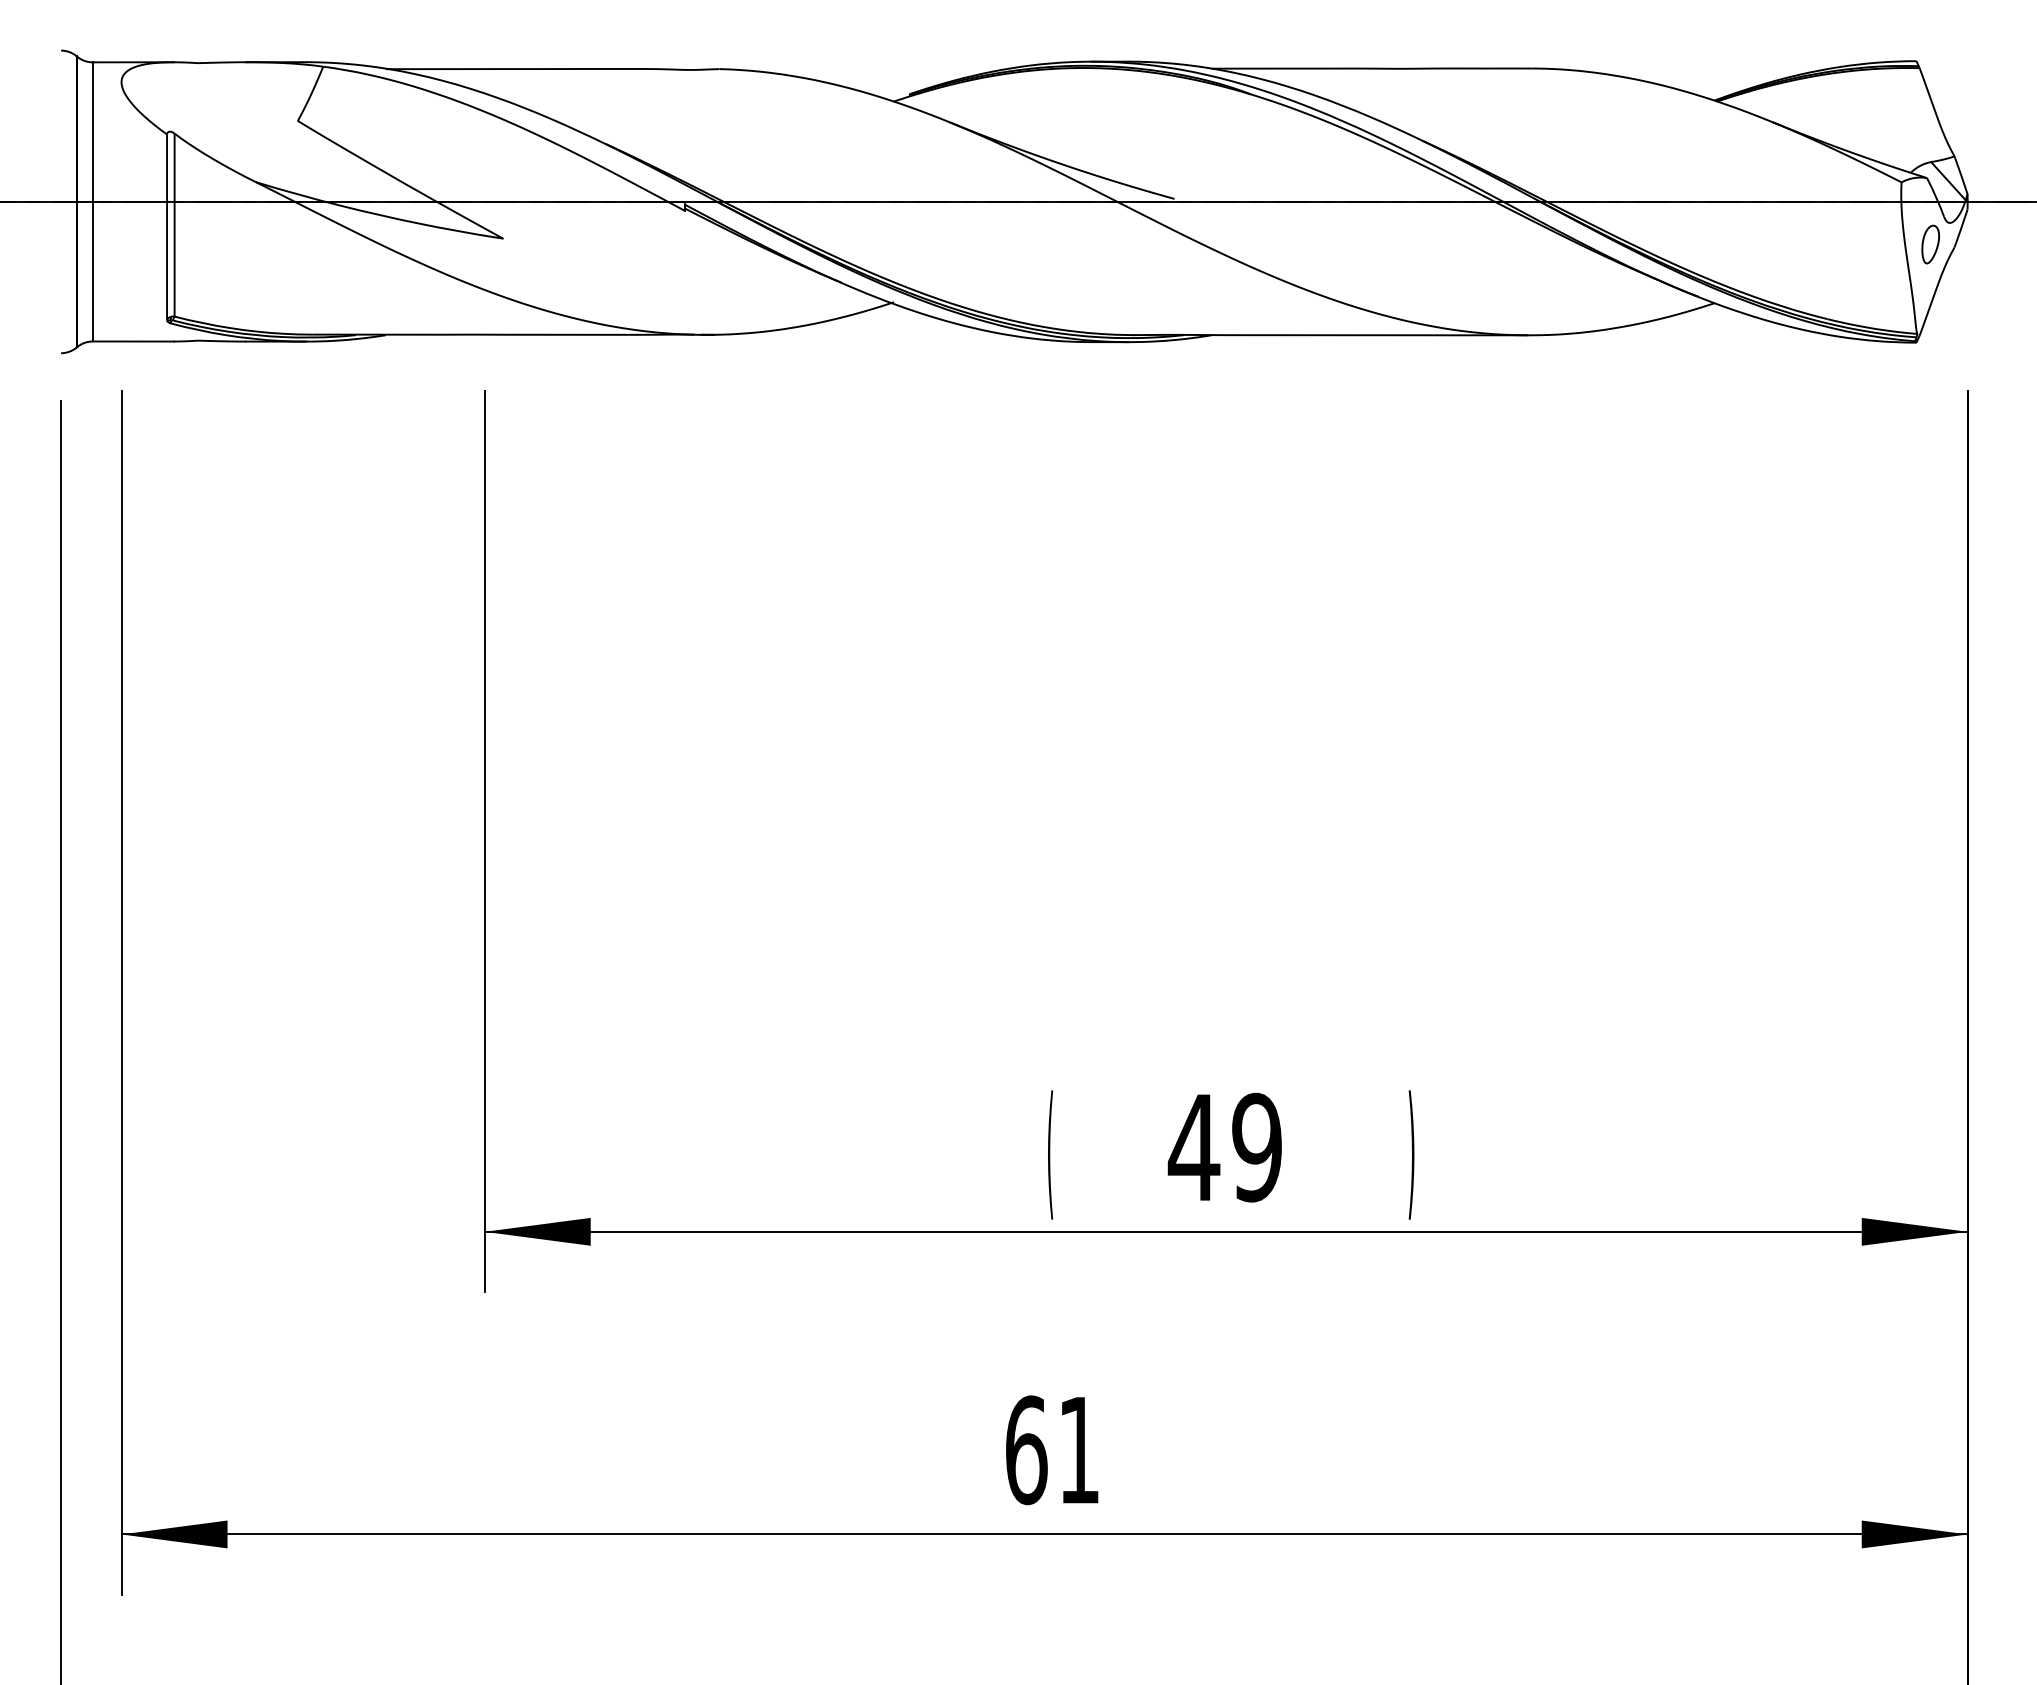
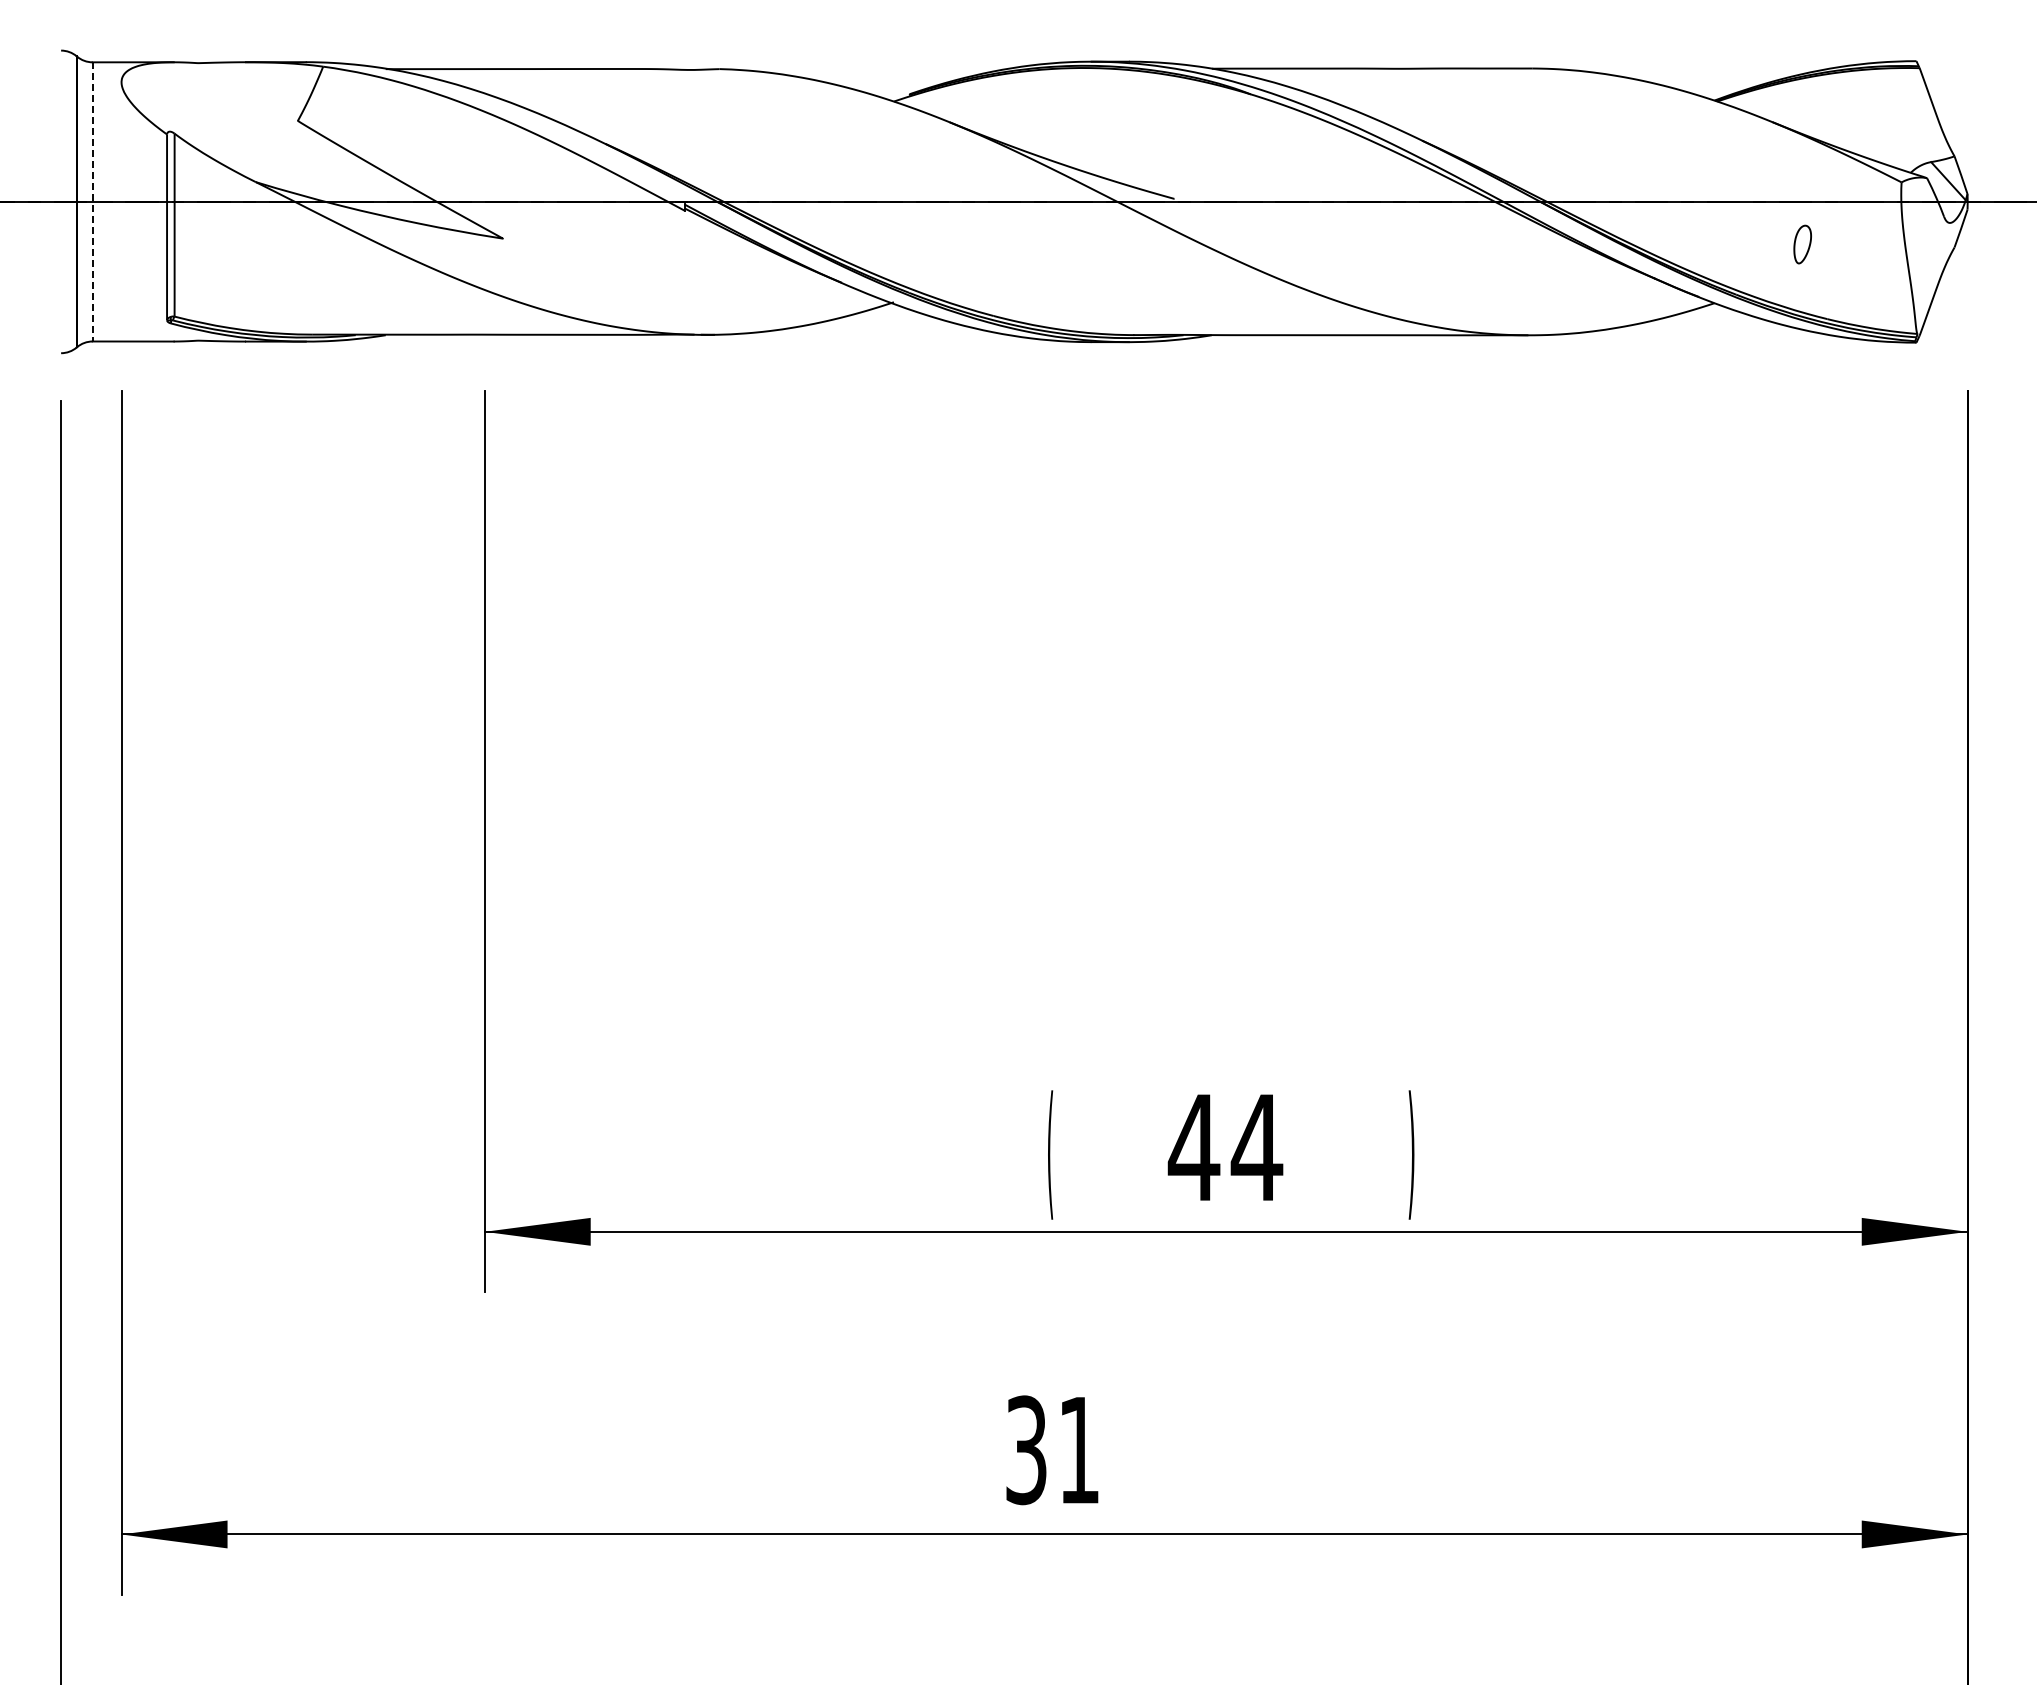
line at (92, 201): solid -> dashed
part at (1930, 244) position: (1930, 244) -> (1802, 244)
text at (1256, 1147): 49 -> 44
text at (1026, 1450): 61 -> 31
